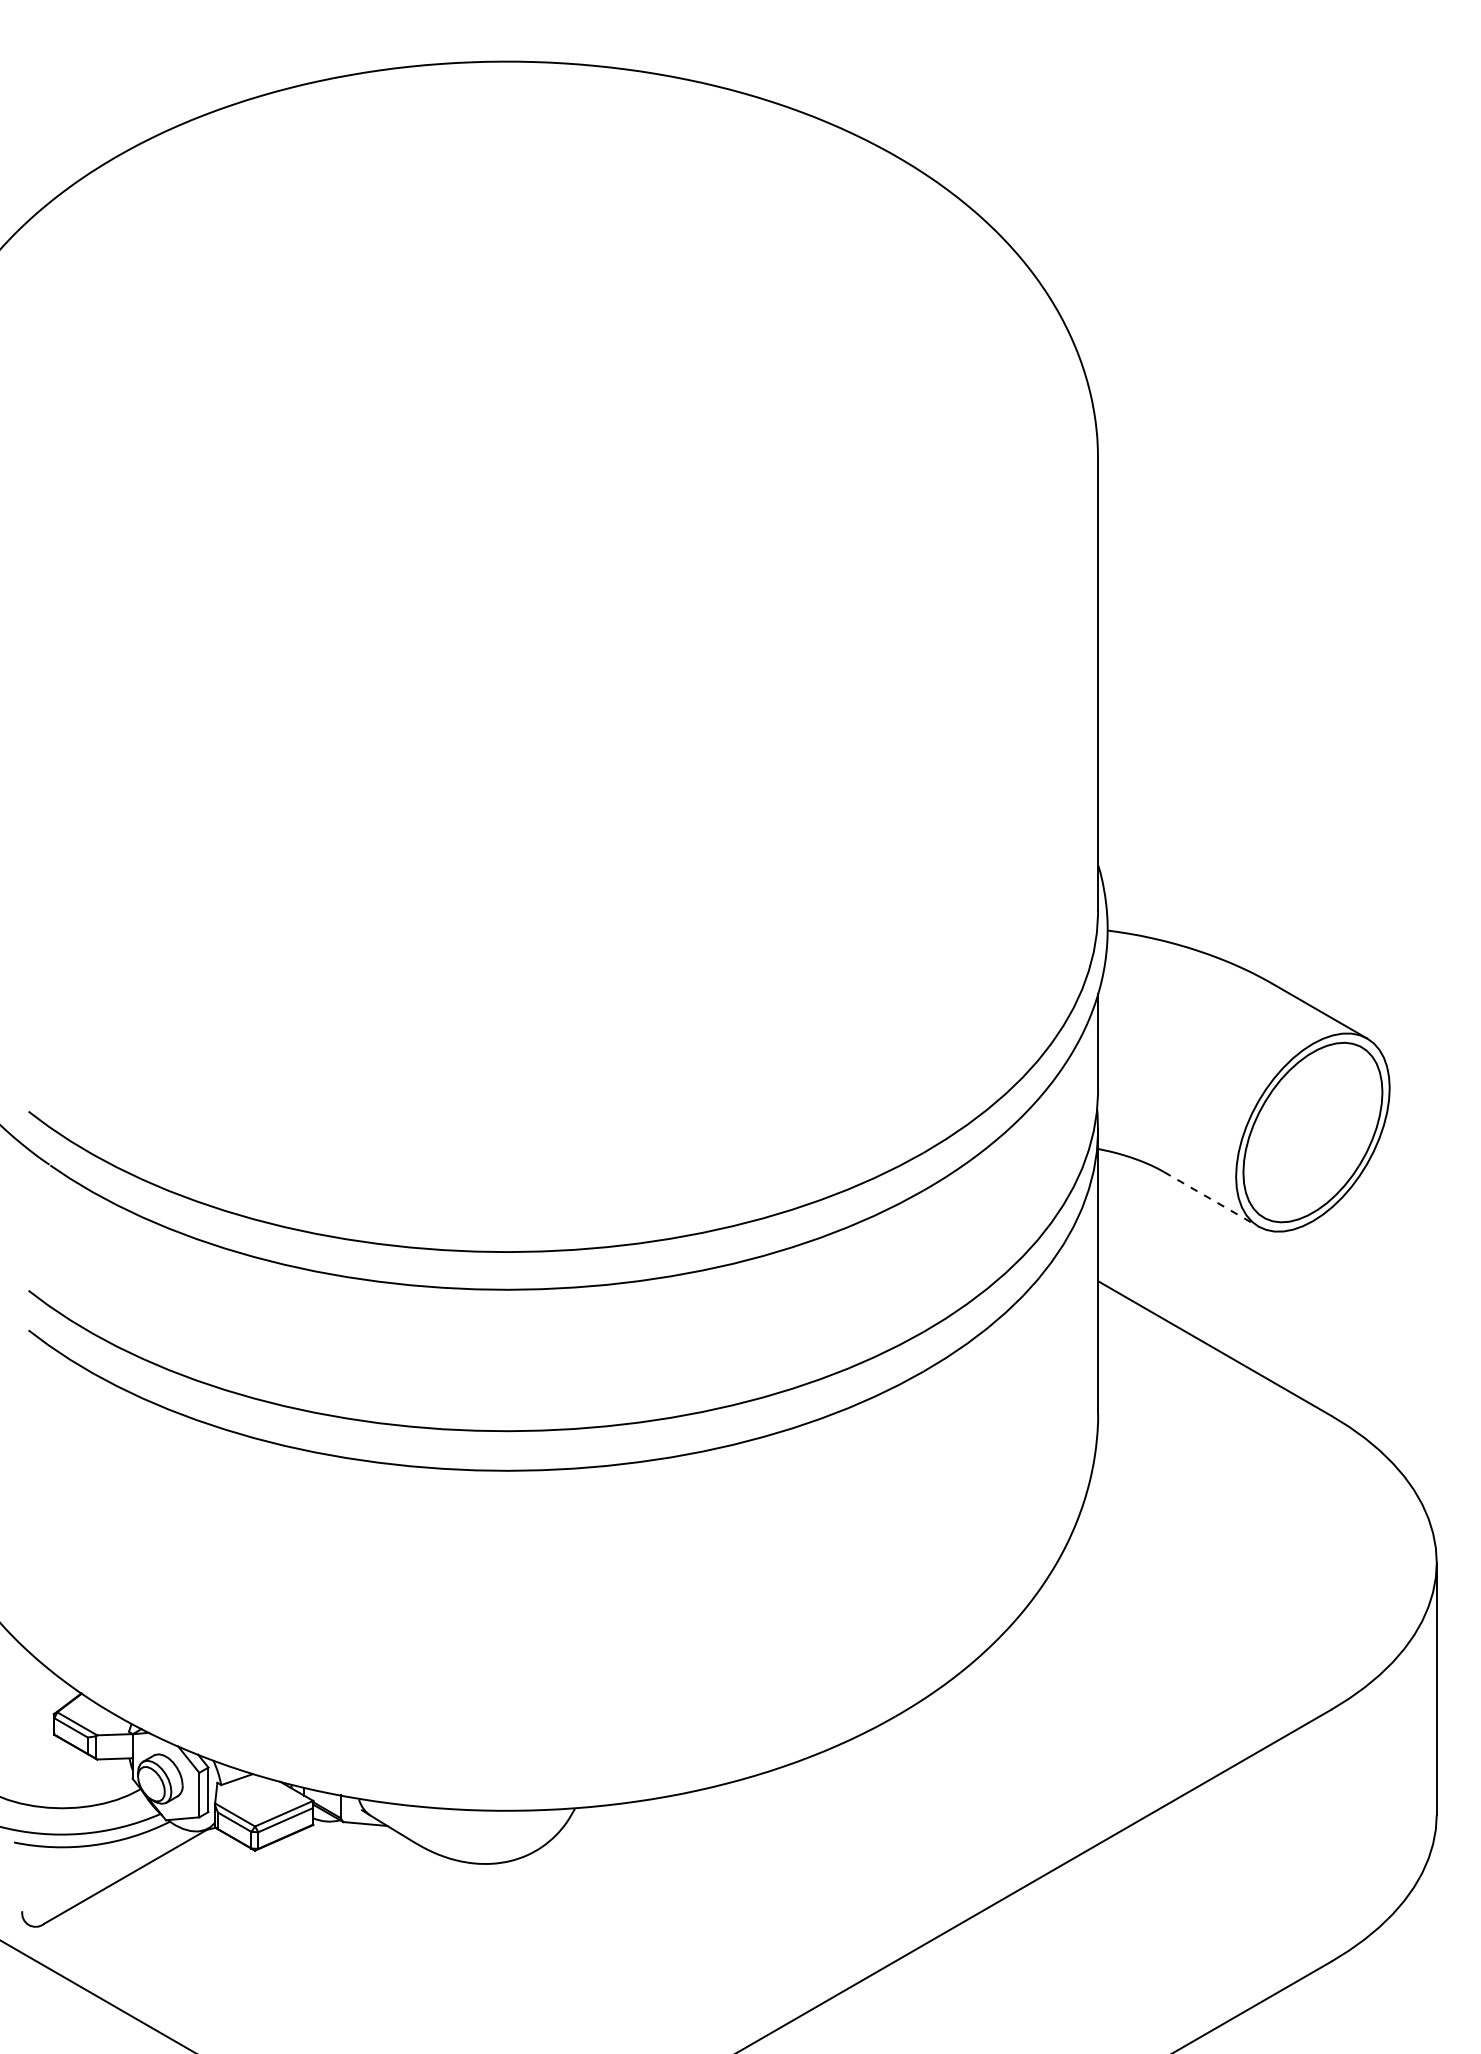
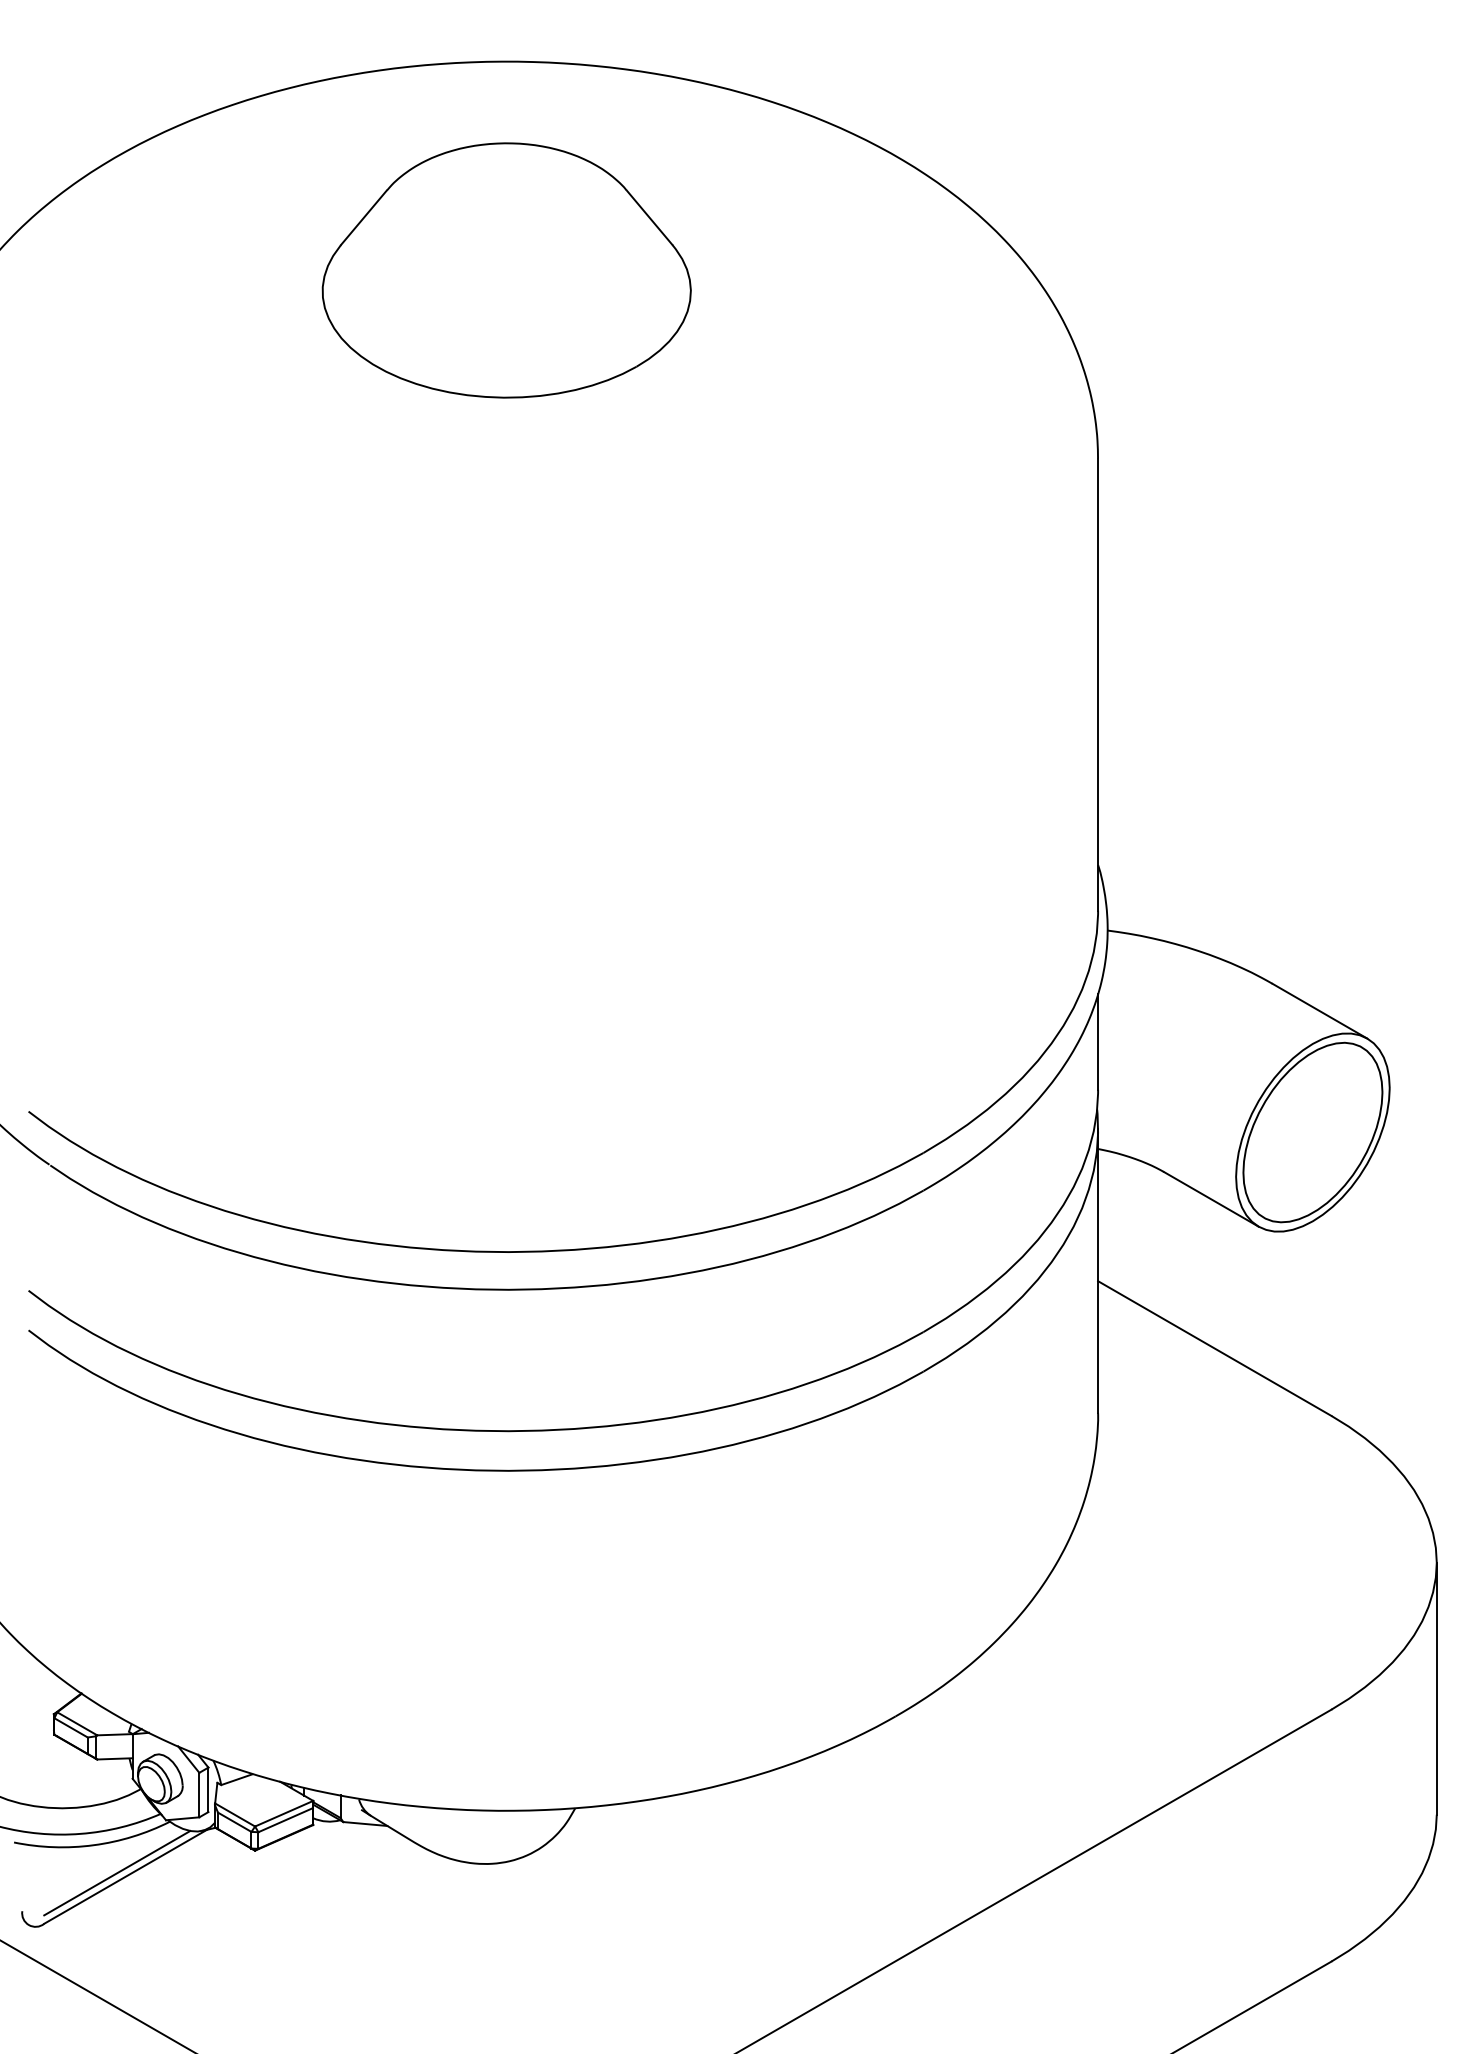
part at (506, 270): none -> present
line at (1211, 1199): dashed -> solid
line at (117, 1872): none -> present
